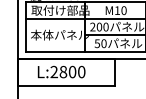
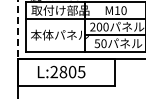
line at (18, 29): solid -> dashed
text at (81, 71): L:2800 -> L:2805
